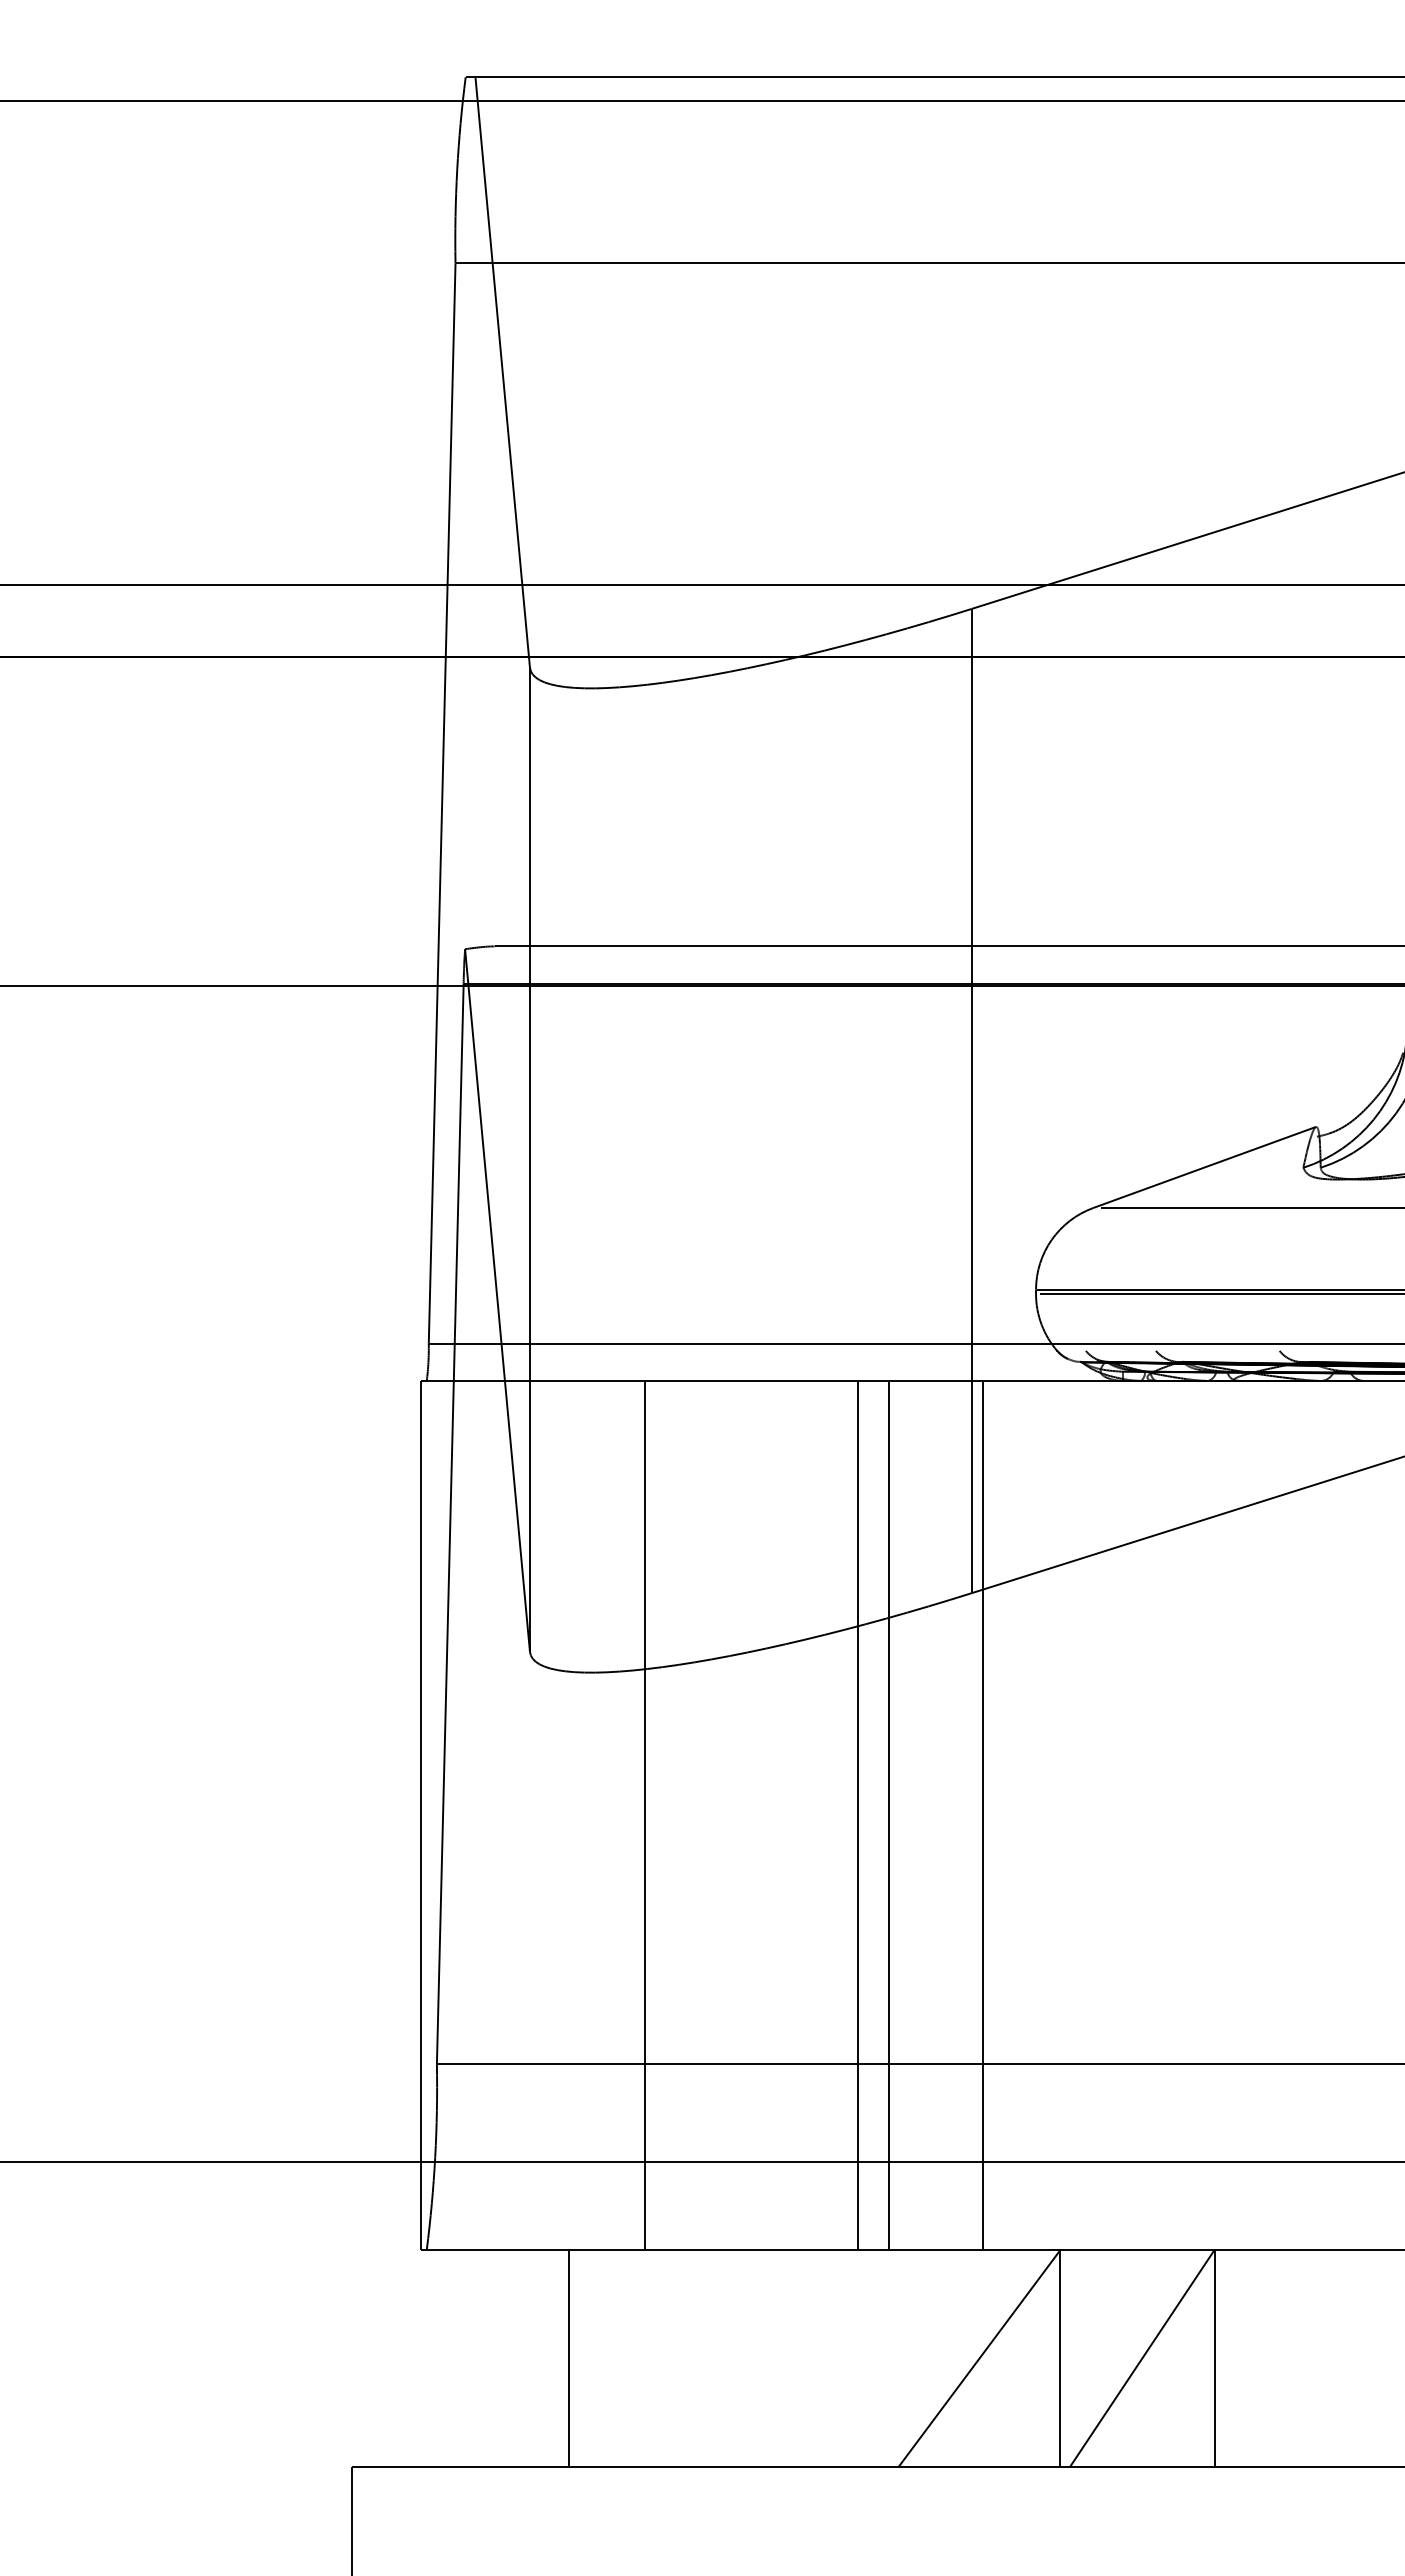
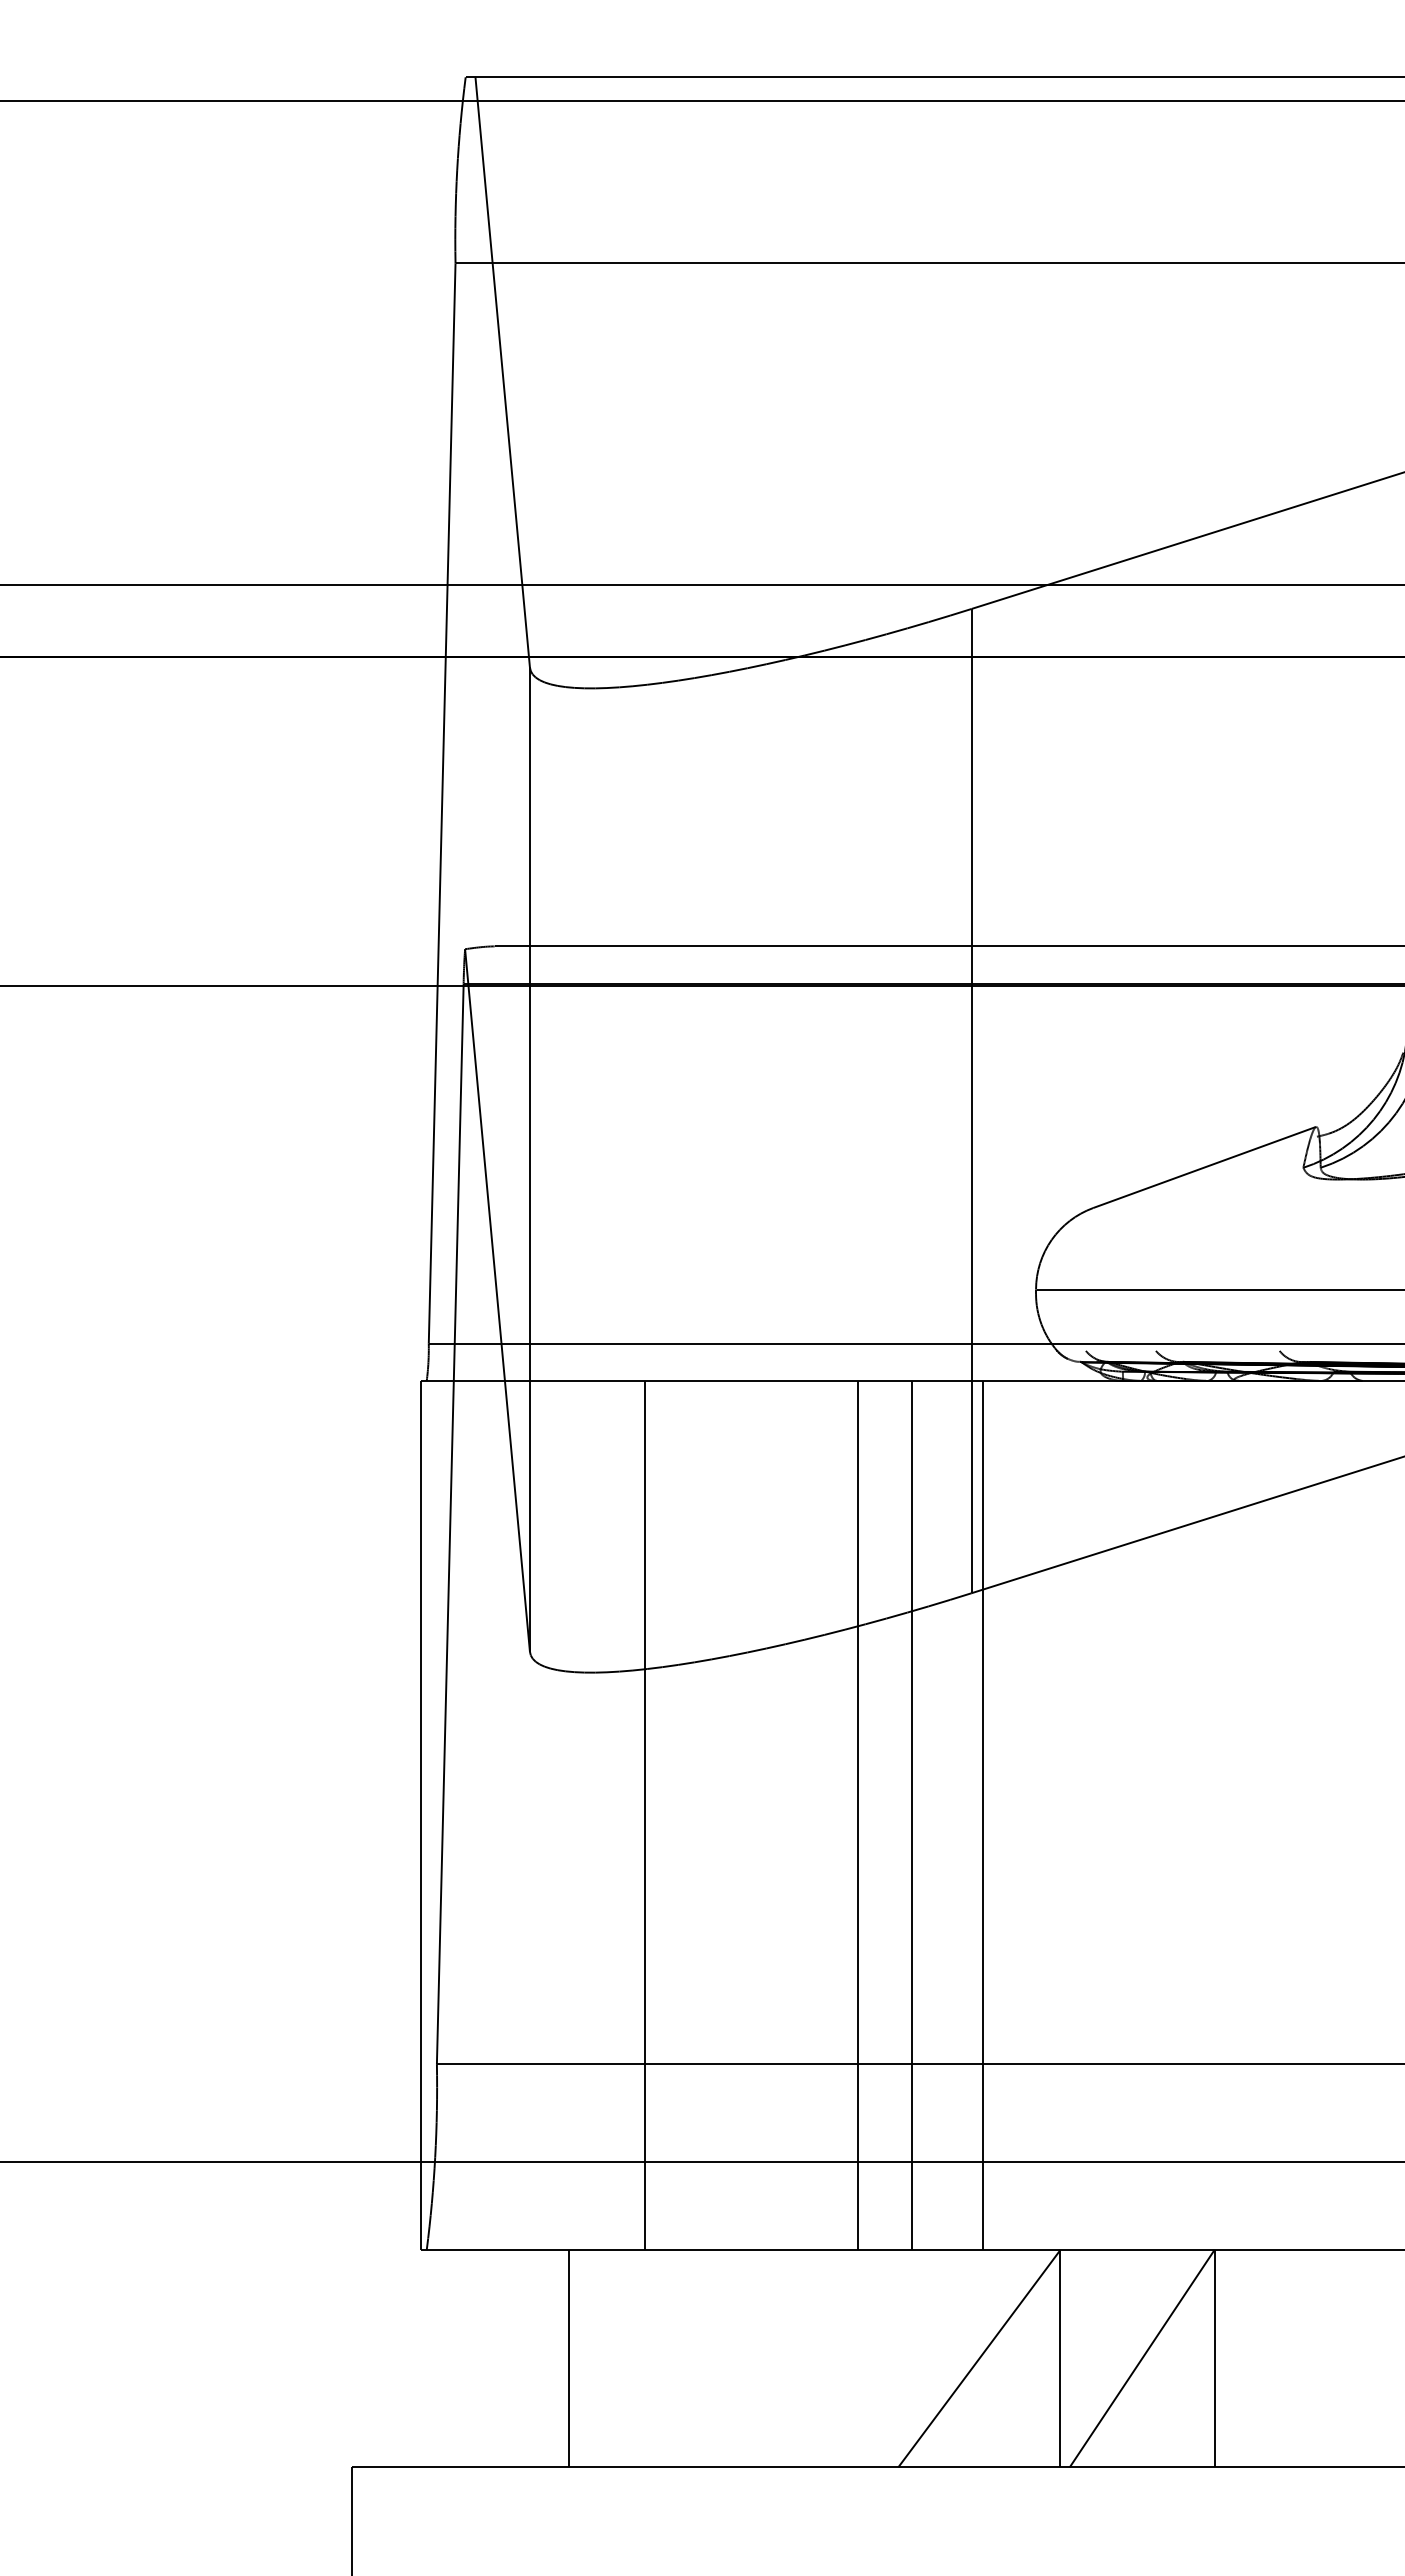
line at (1250, 1208): present -> none
line at (1220, 1294): present -> none
line at (889, 1815) position: (889, 1815) -> (912, 1815)
